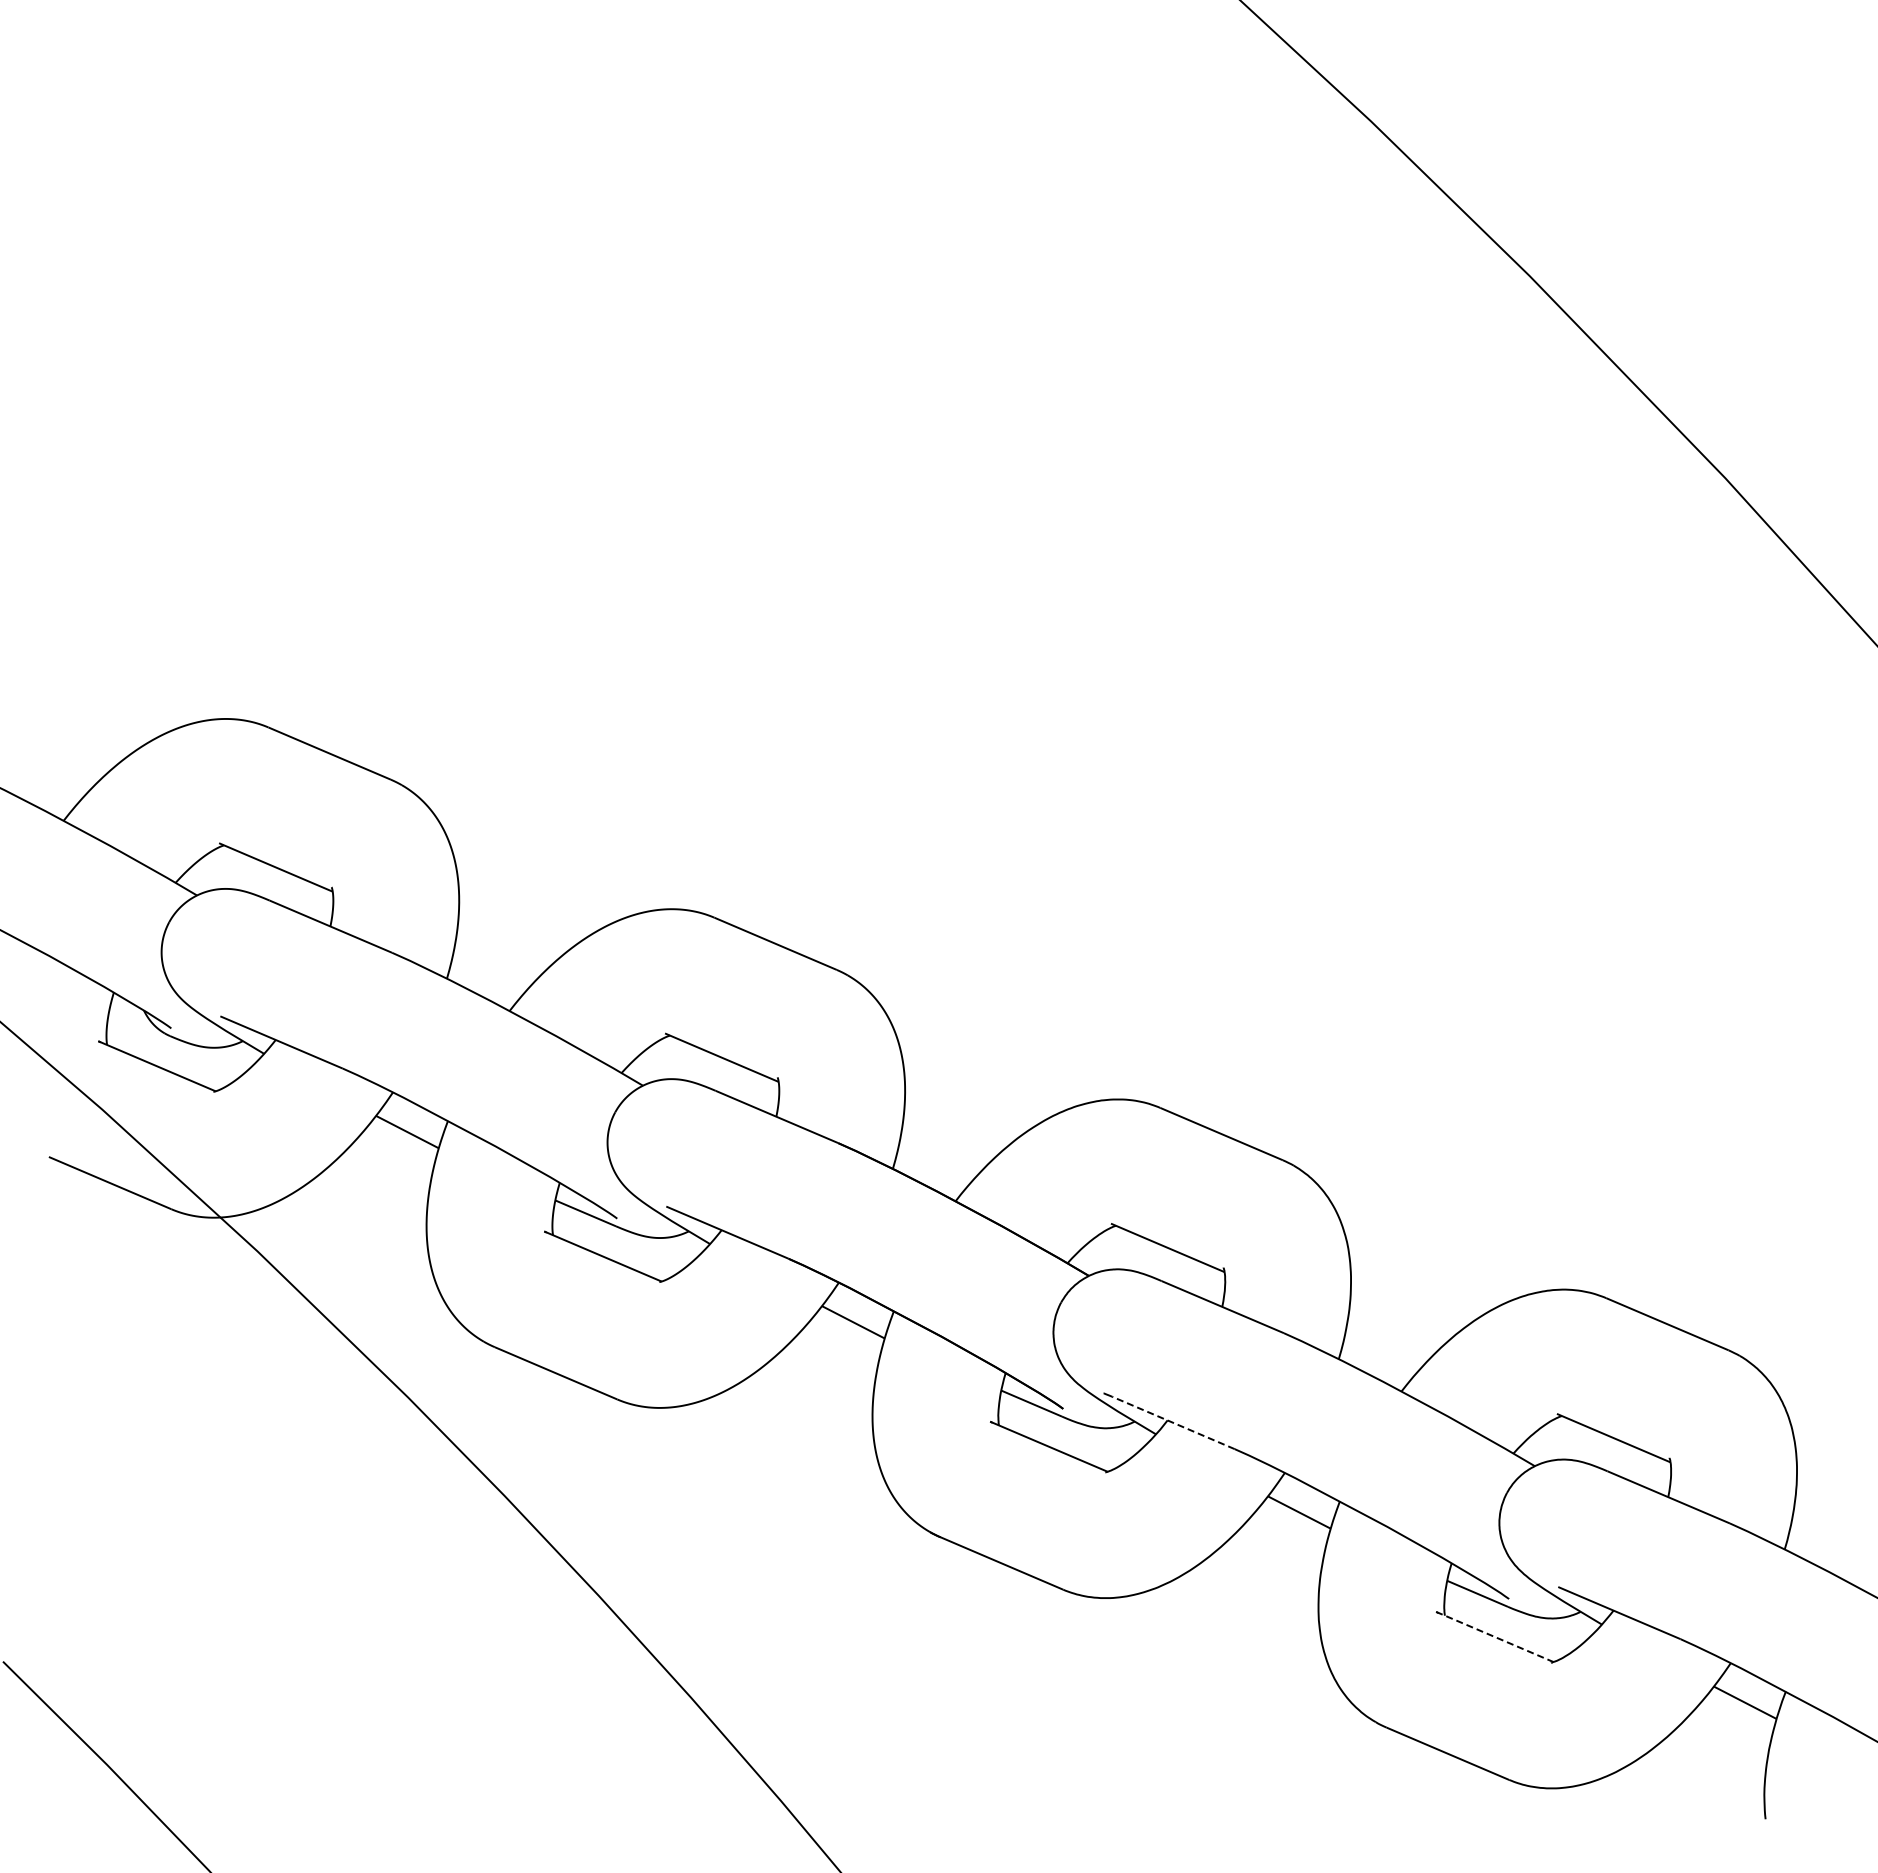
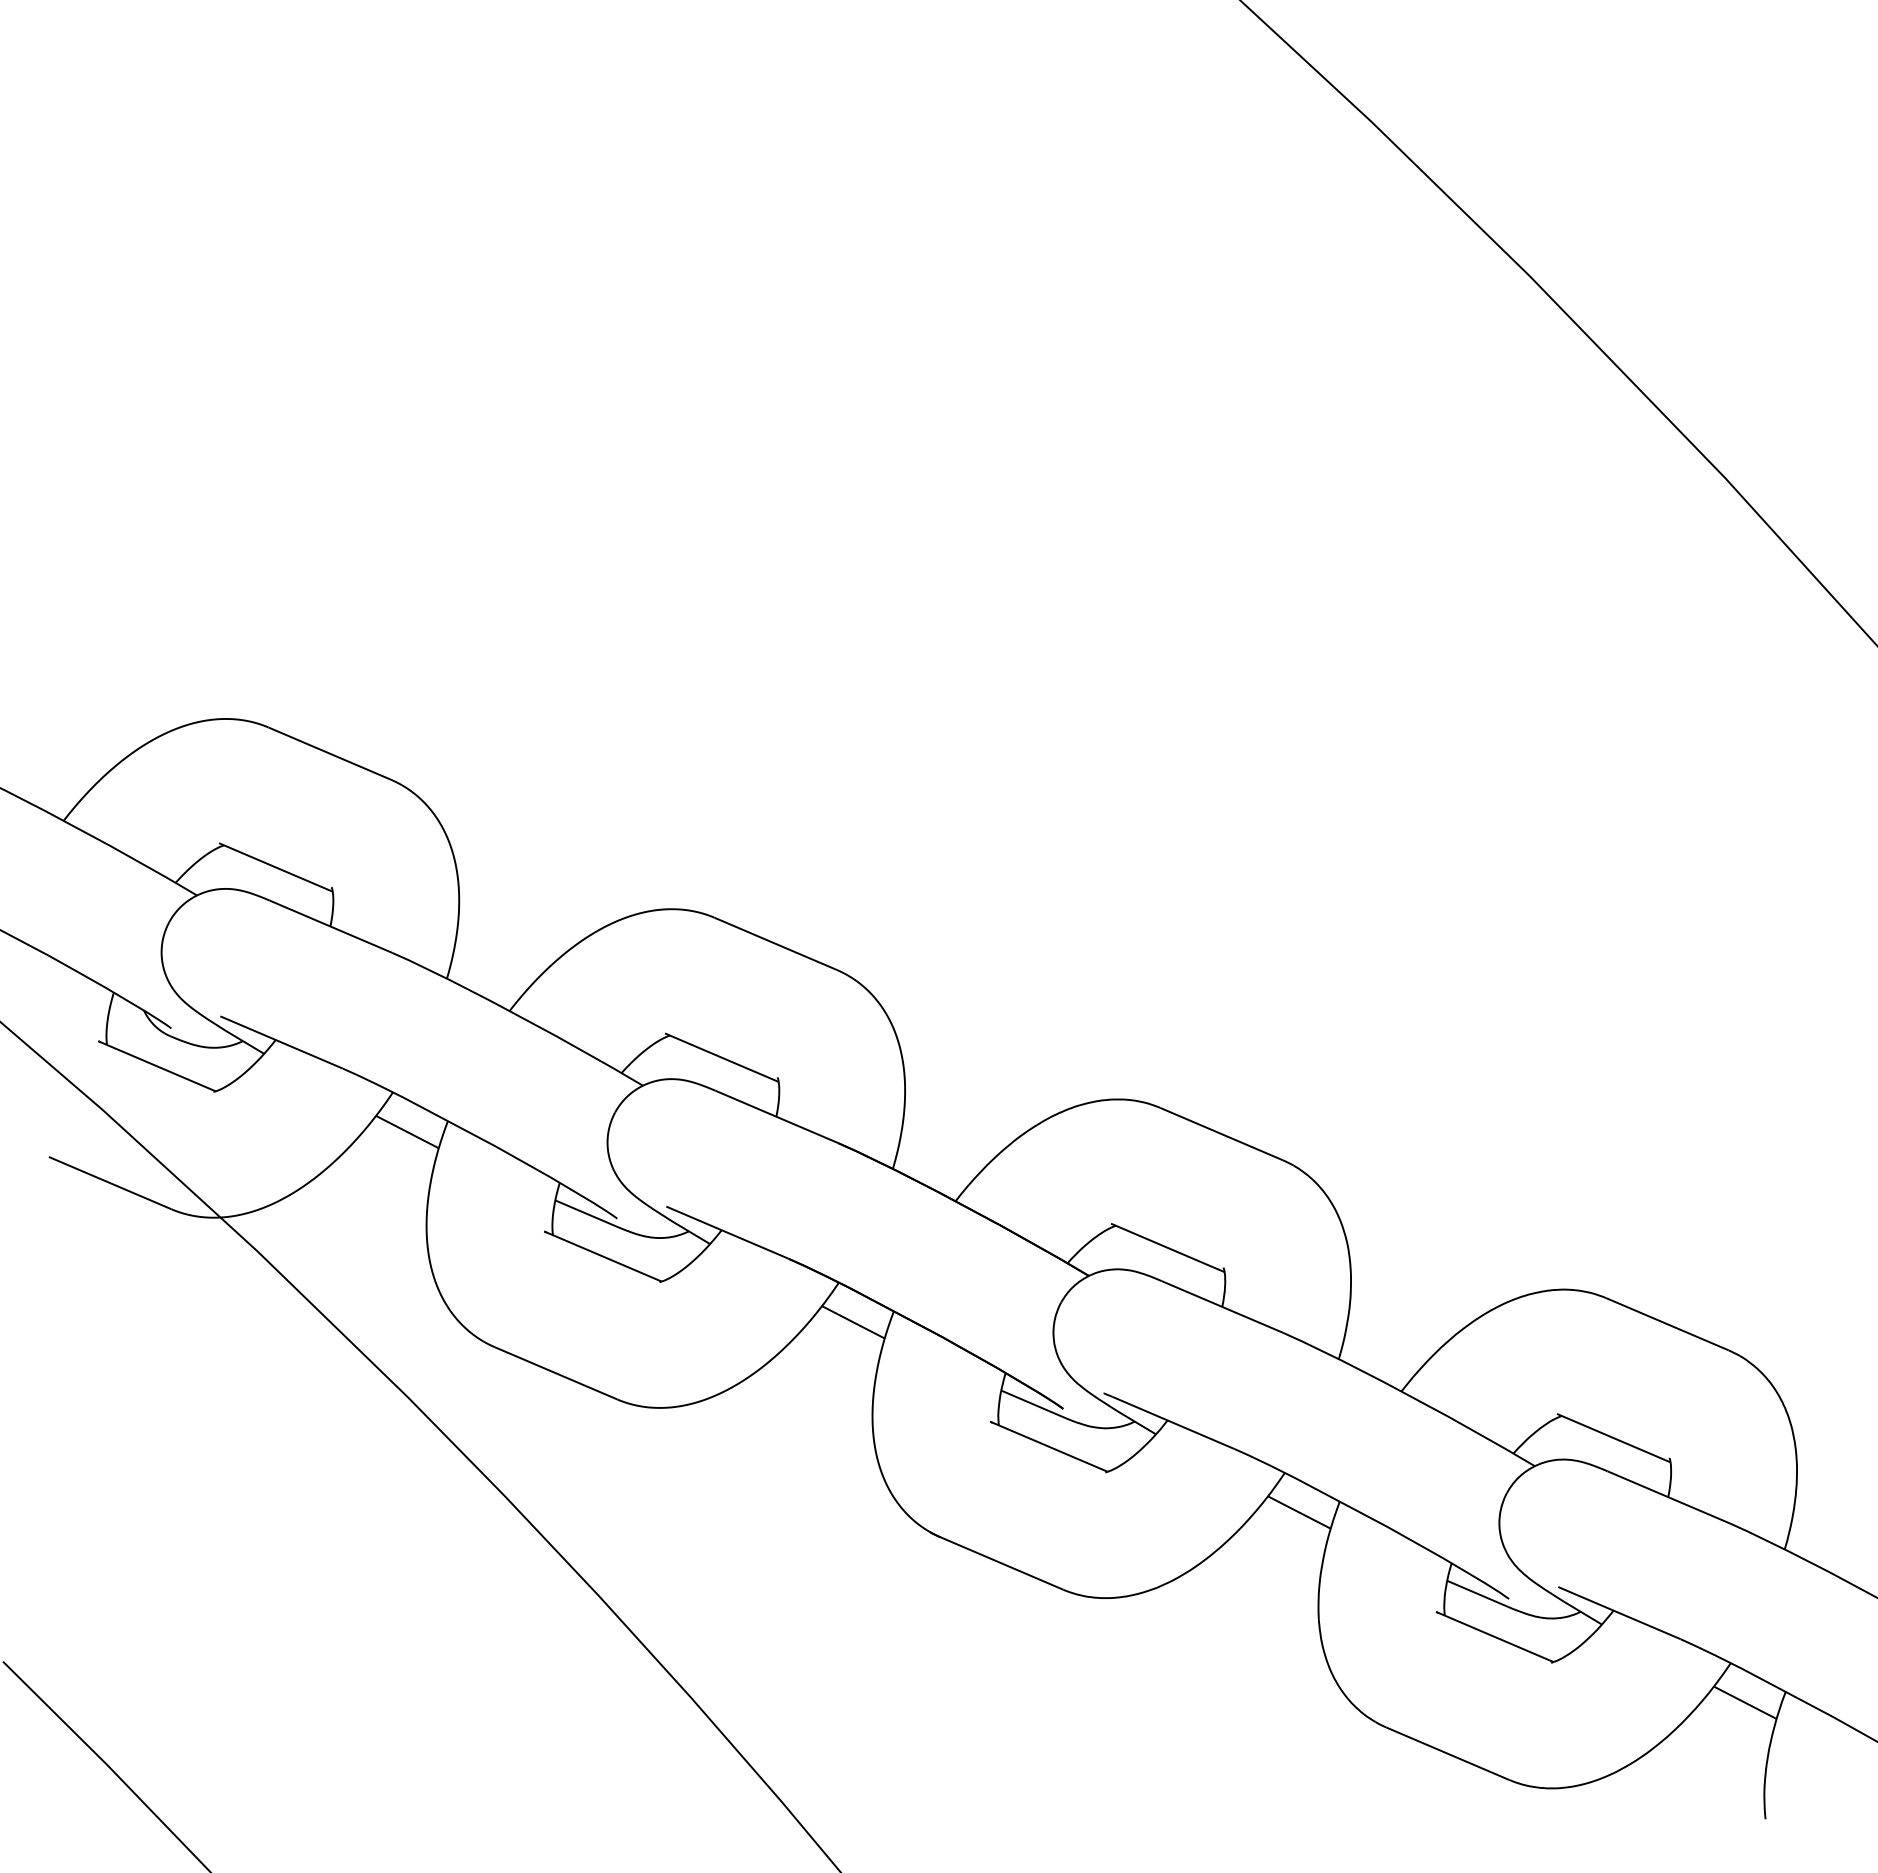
line at (1173, 1422): dashed -> solid
line at (1494, 1636): dashed -> solid
